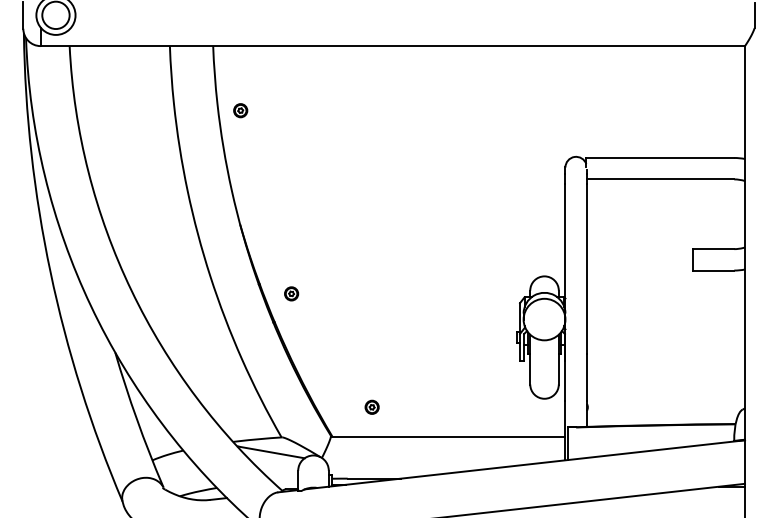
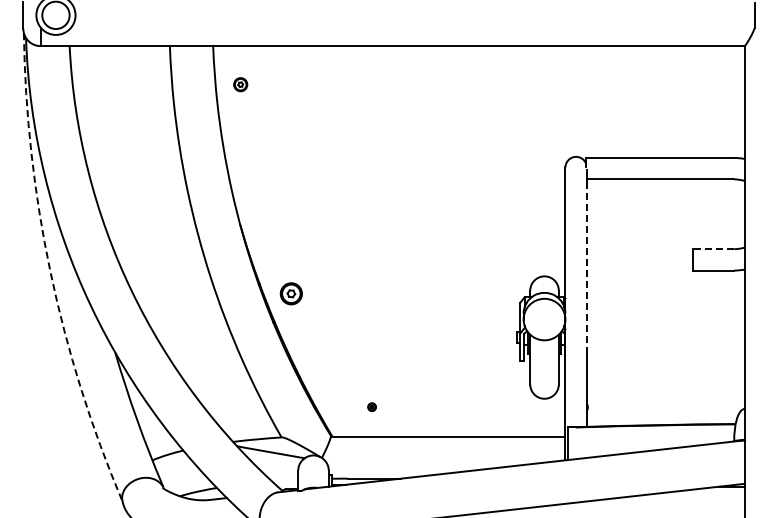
part at (240, 110) position: (240, 110) -> (240, 84)
line at (713, 249): solid -> dashed
line at (586, 268): solid -> dashed
arc at (50, 272): solid -> dashed
part at (291, 293) size: 16x16 px -> 24x24 px
part at (371, 406) size: 16x16 px -> 10x10 px
